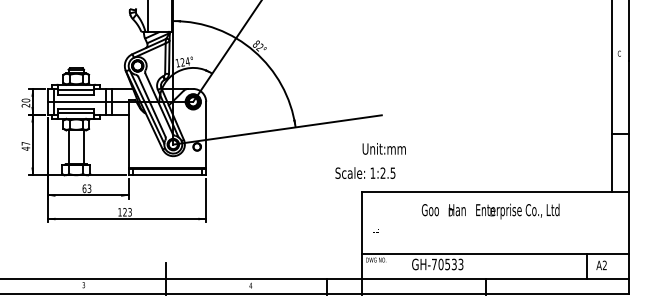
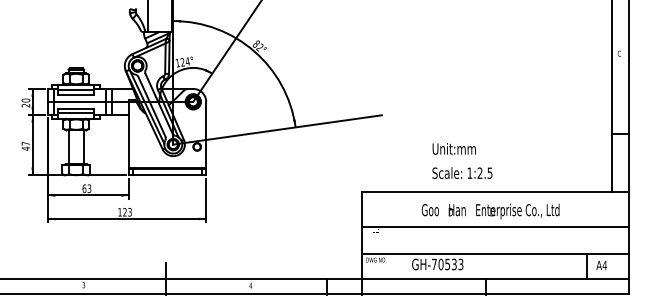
text at (383, 148) position: (383, 148) -> (453, 148)
text at (365, 172) position: (365, 172) -> (462, 172)
line at (494, 226): none -> present
text at (604, 265): A2 -> A4
